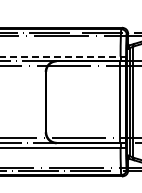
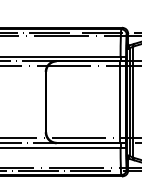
line at (60, 56): dashed -> solid
